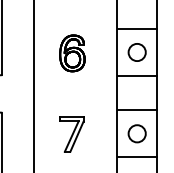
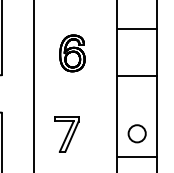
circle at (136, 52): present -> none
line at (136, 110): present -> none
part at (71, 134) position: (71, 134) -> (66, 134)
